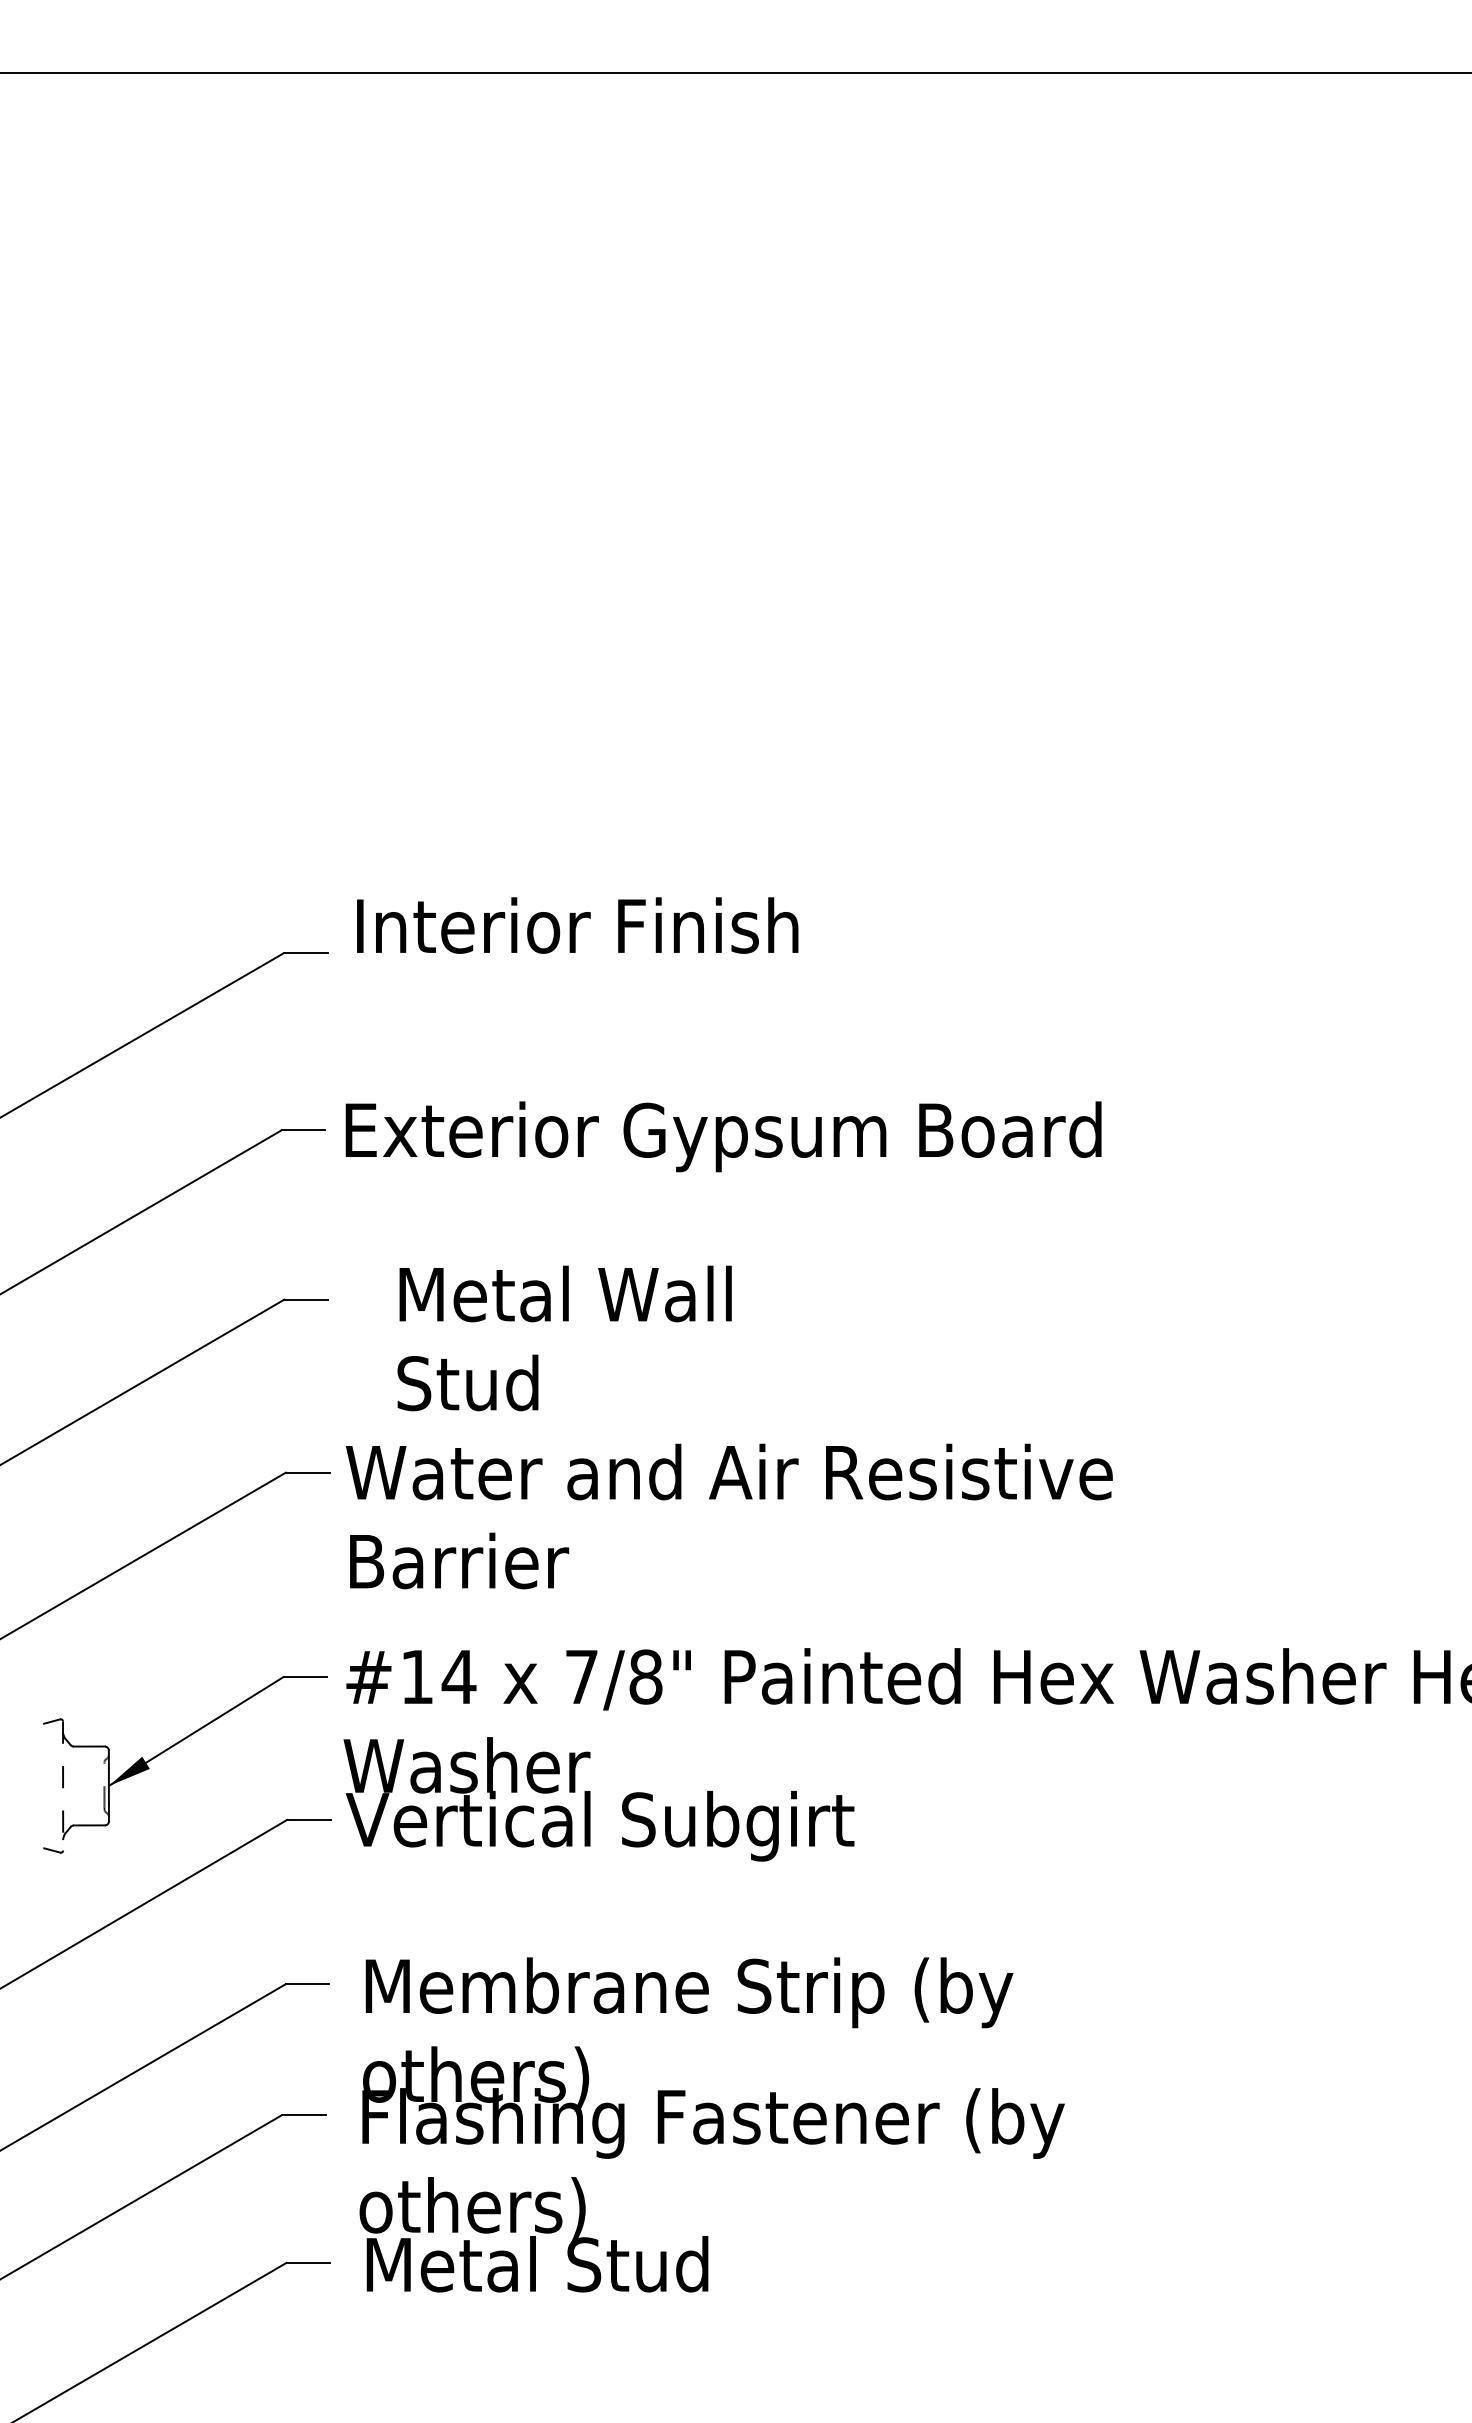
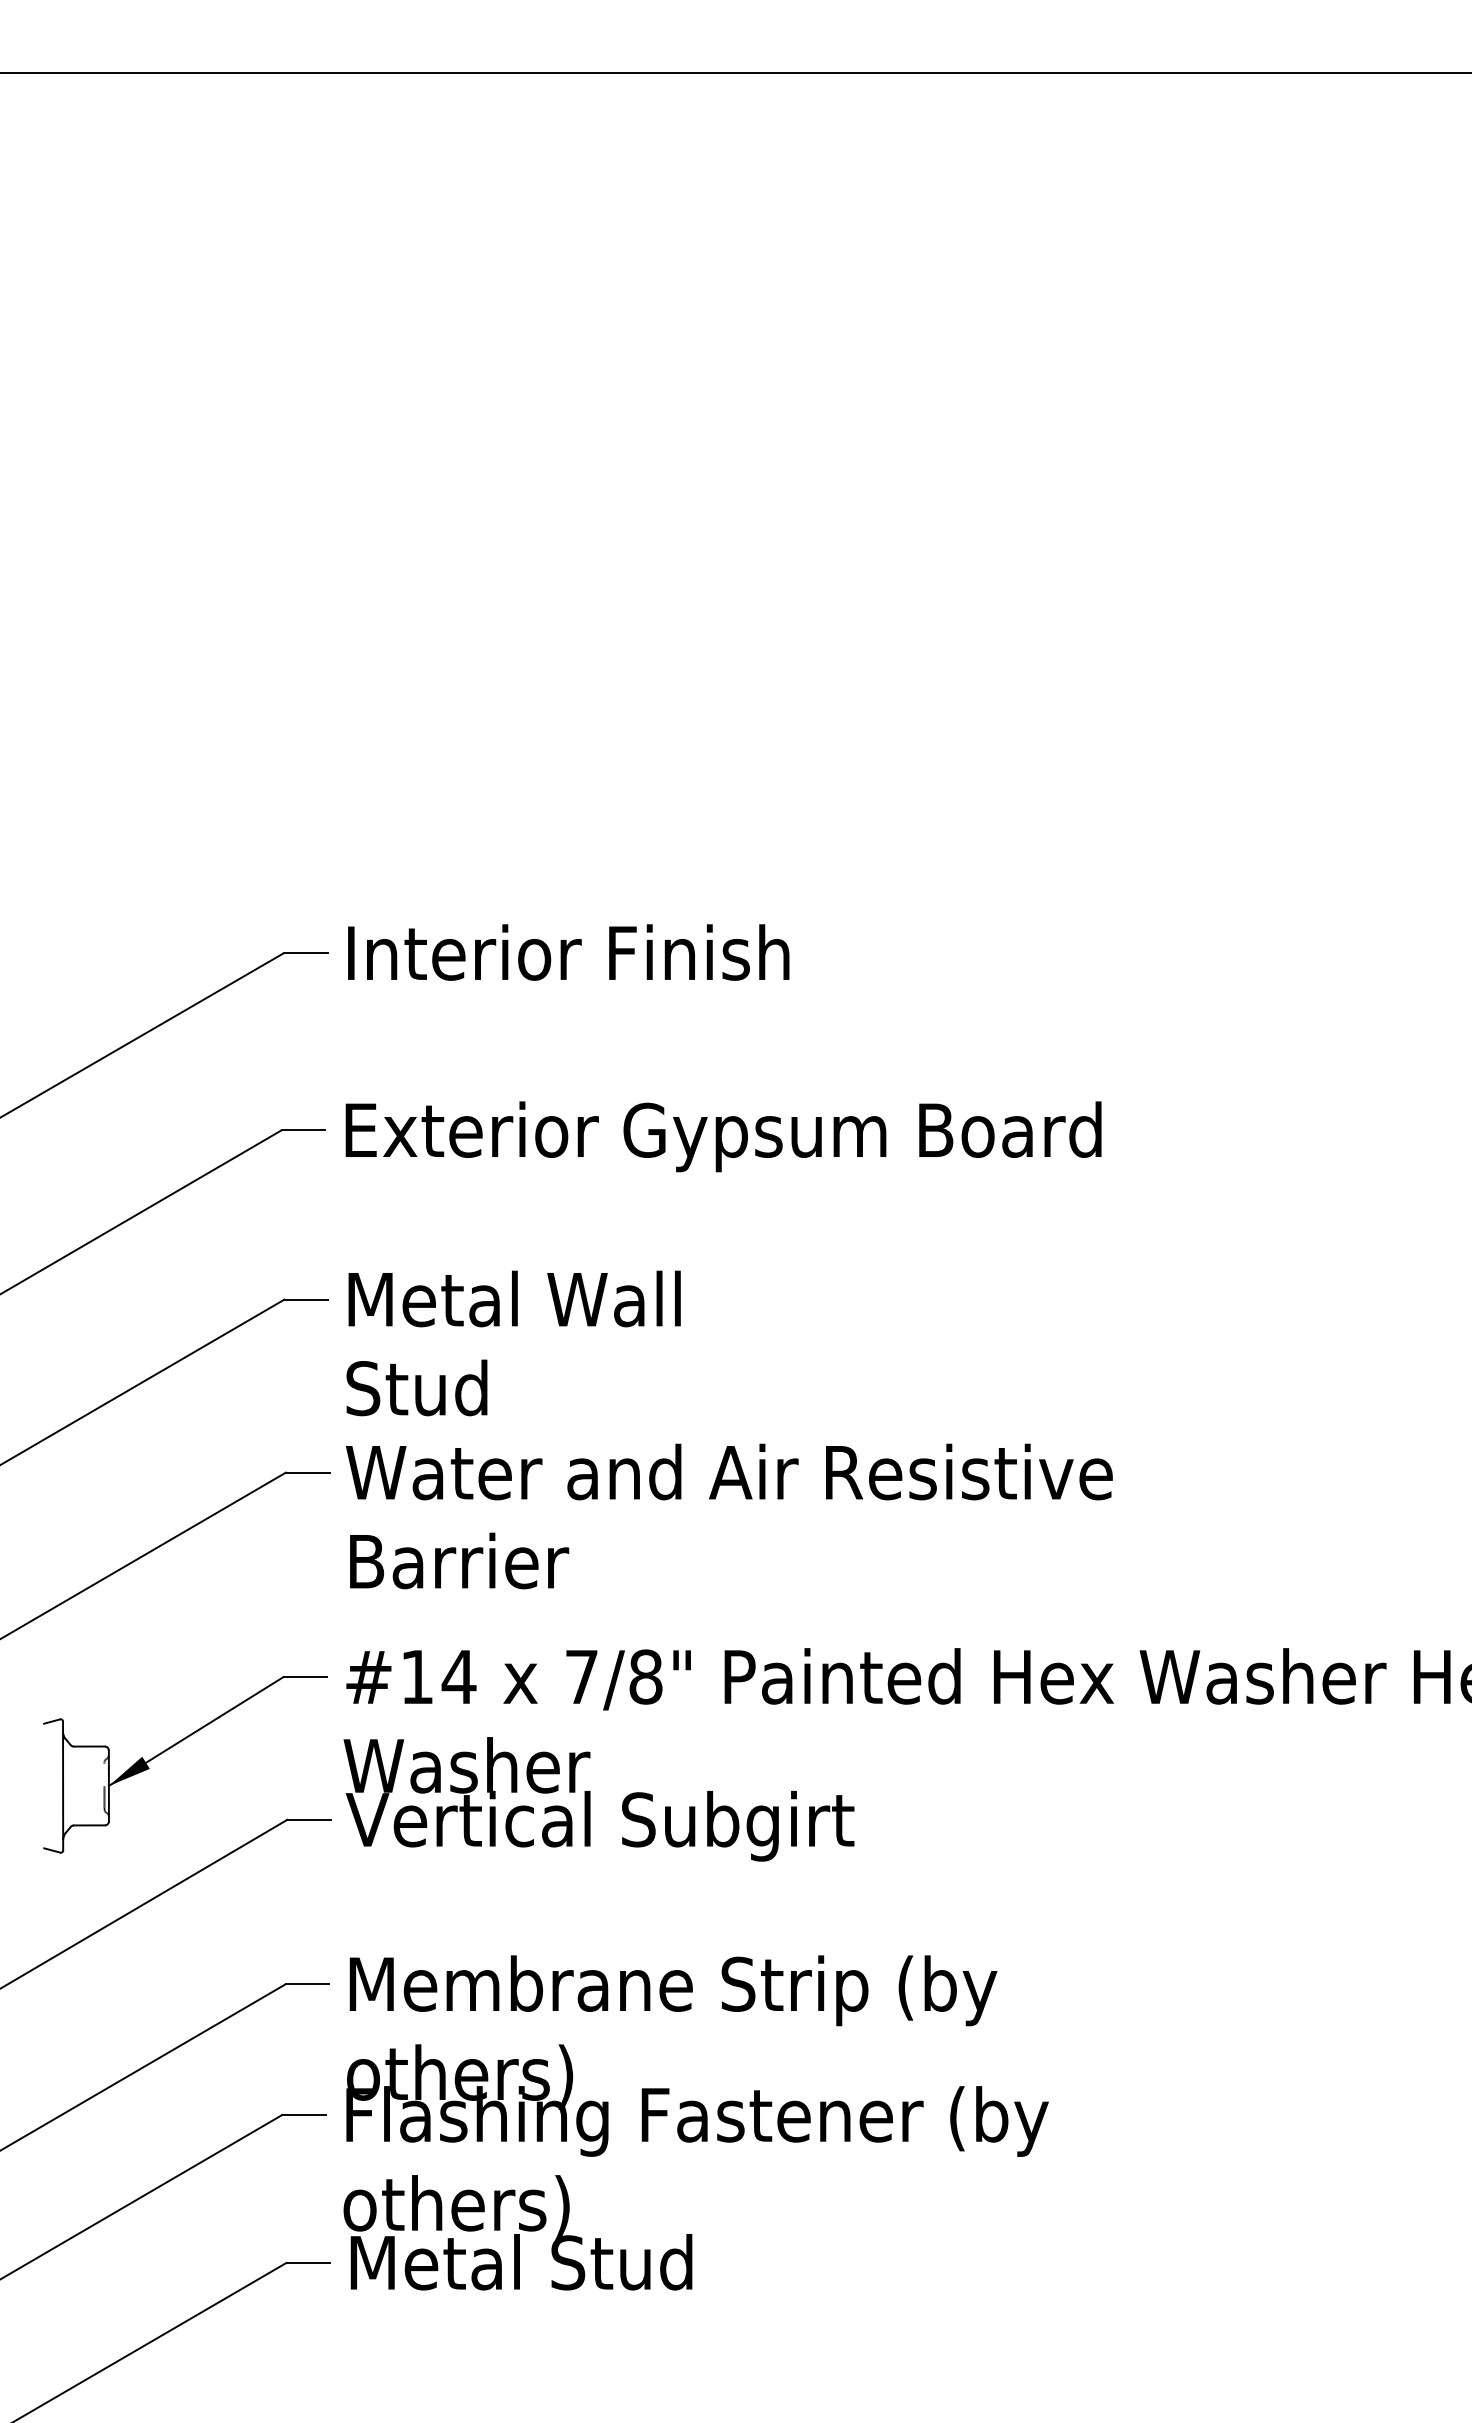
text at (577, 925) position: (577, 925) -> (568, 952)
text at (564, 1338) position: (564, 1338) -> (513, 1343)
line at (63, 1786): dashed -> solid
text at (711, 2124) position: (711, 2124) -> (695, 2122)
